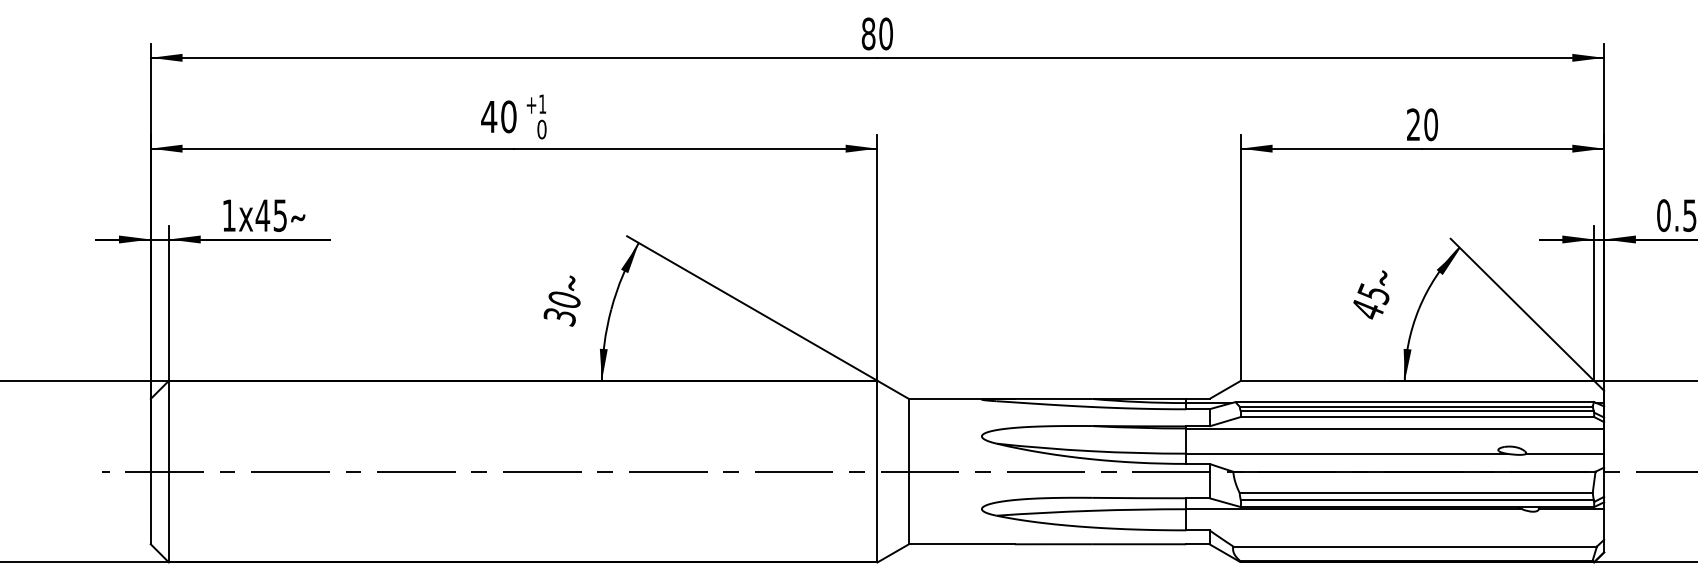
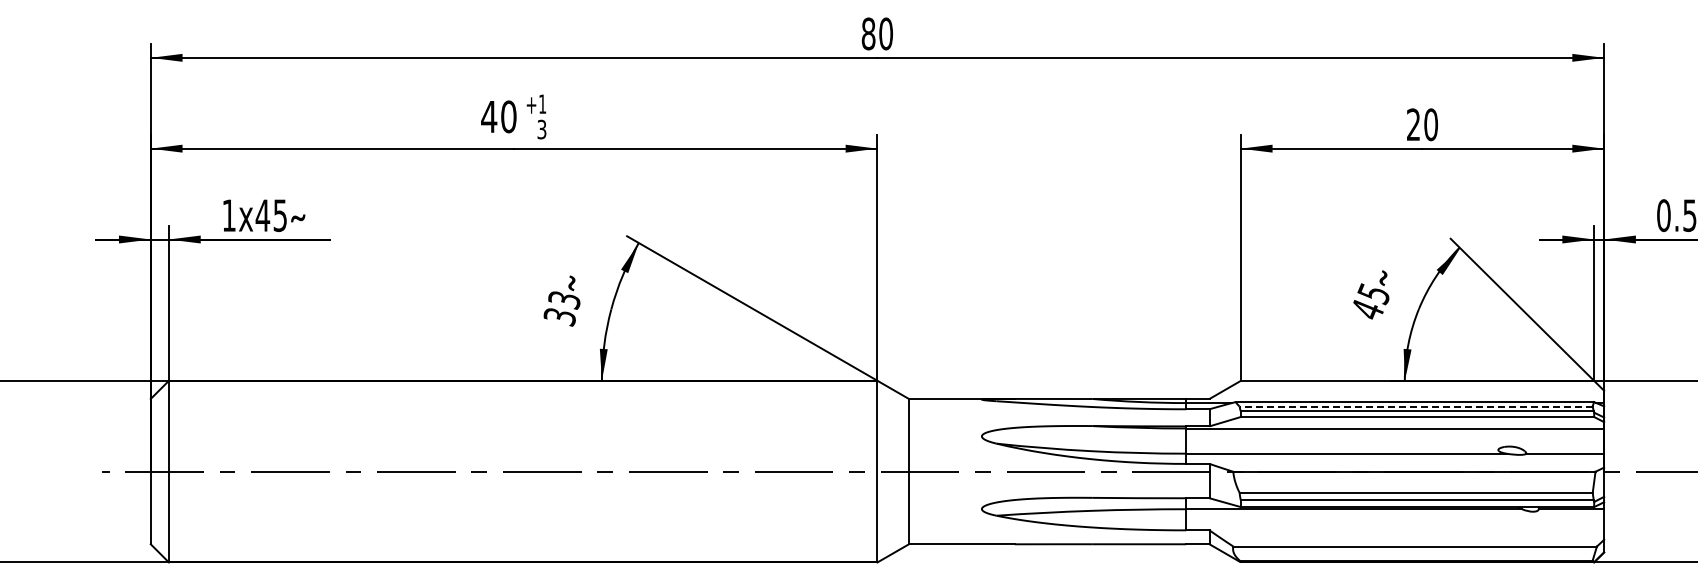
text at (541, 129): 0 -> 3
text at (564, 300): 30 -> 33
line at (1416, 406): solid -> dashed
